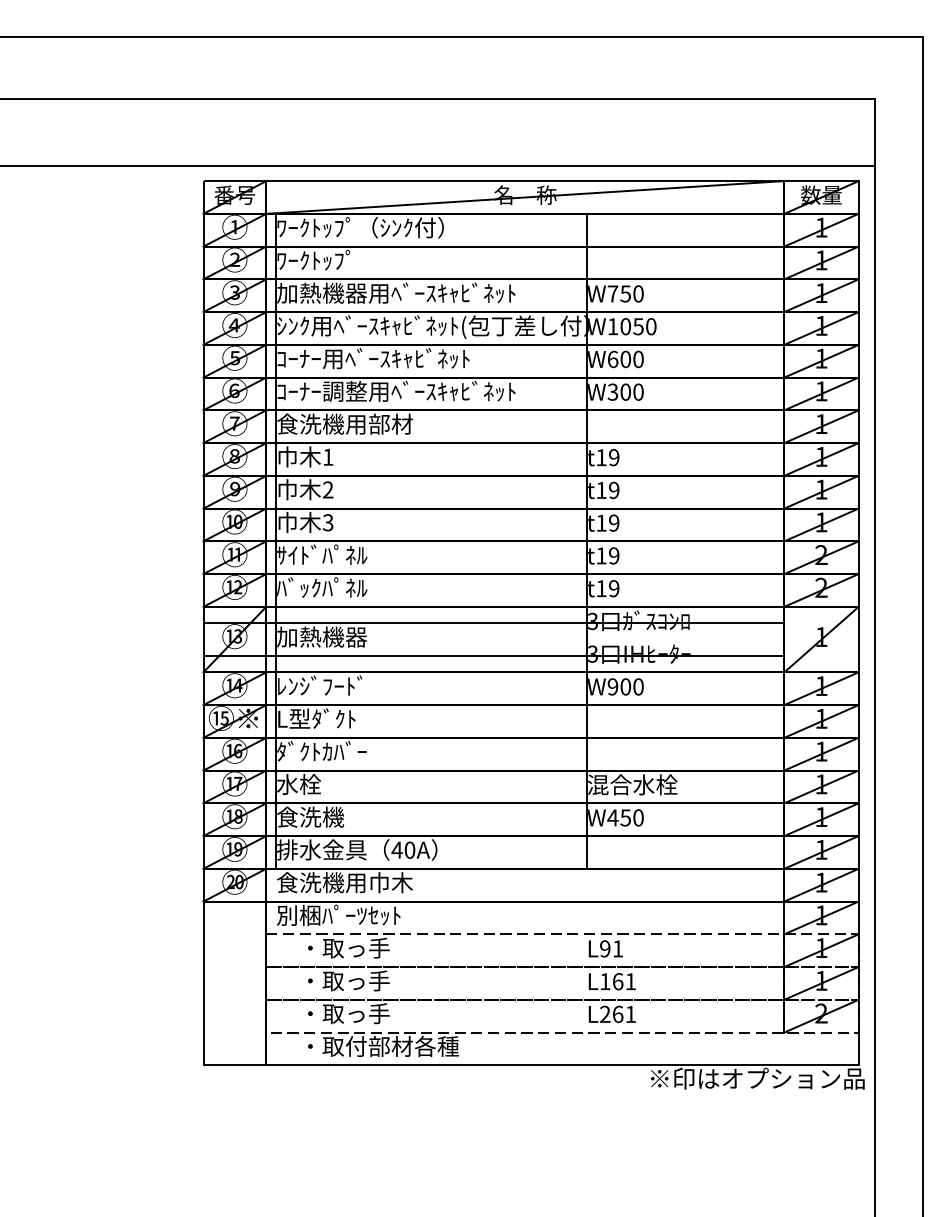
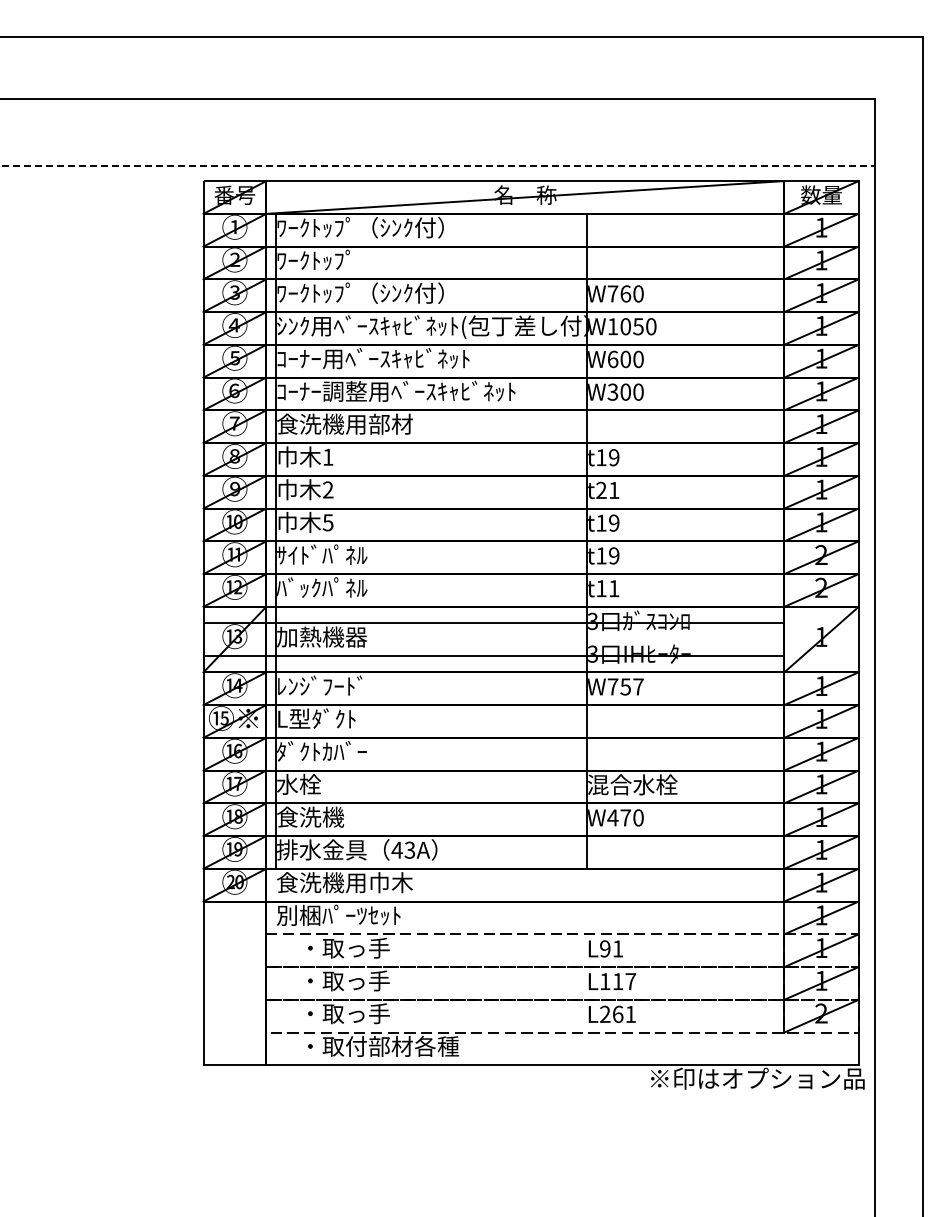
line at (438, 166): solid -> dashed
text at (396, 292): 加熱機器用ﾍﾞｰｽｷｬﾋﾞﾈｯﾄ -> ﾜｰｸﾄｯﾌﾟ（ｼﾝｸ付）
text at (625, 293): W750 -> W760
text at (607, 490): t19 -> t21
text at (328, 522): 3 -> 5
text at (614, 588): t19 -> t11
text at (625, 686): W900 -> W757
text at (625, 817): W450 -> W470
text at (409, 849): 40A -> 43A
text at (624, 981): L161 -> L117
